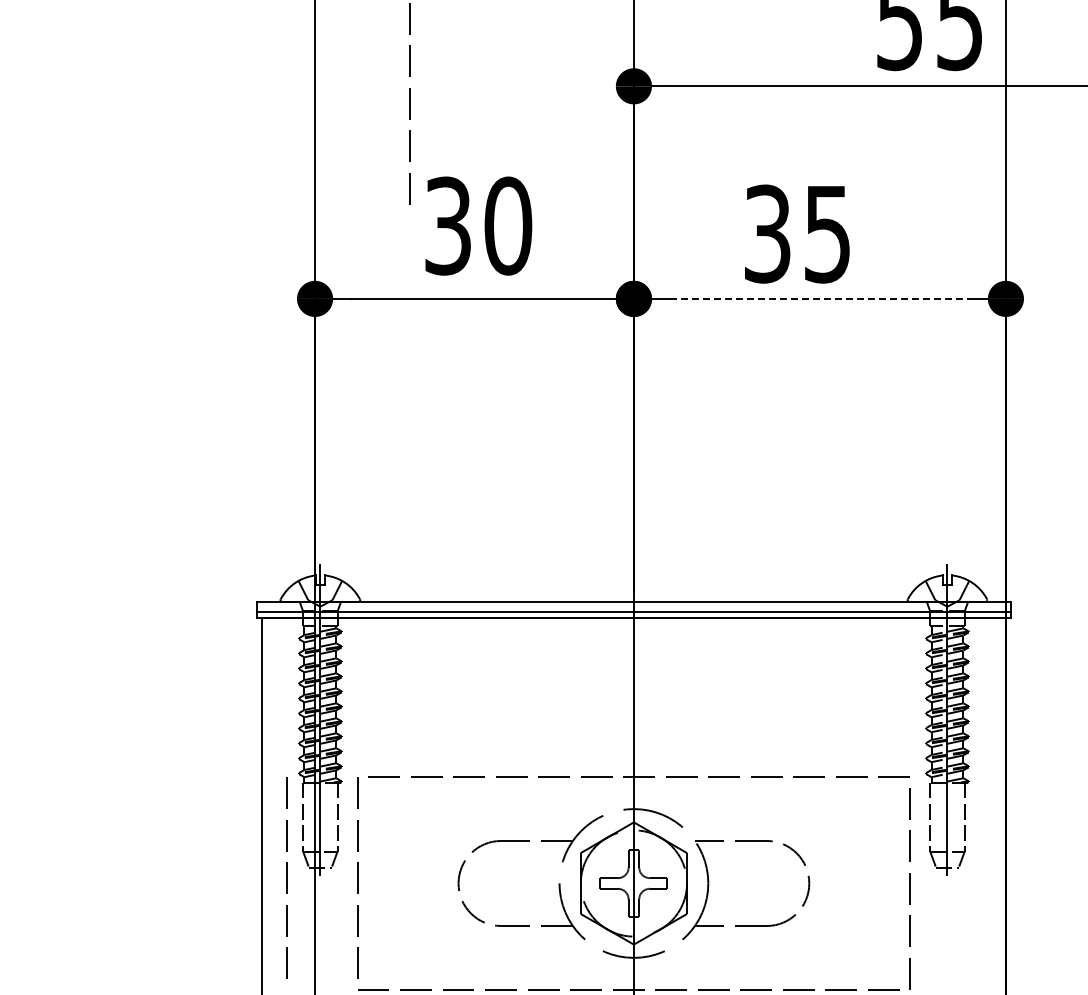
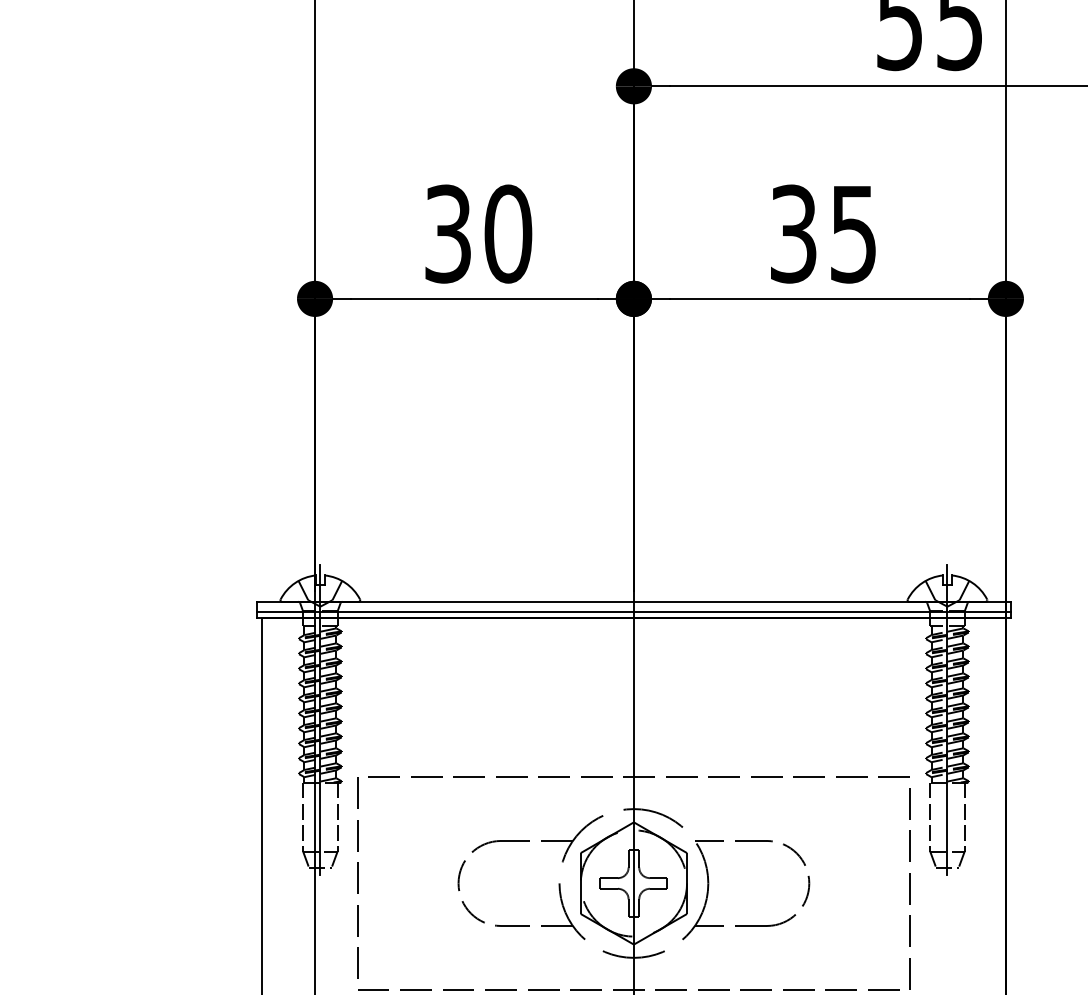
line at (409, 103): present -> none
text at (478, 225) position: (478, 225) -> (478, 233)
text at (797, 233) position: (797, 233) -> (823, 233)
line at (819, 298): dashed -> solid
line at (286, 877): present -> none
